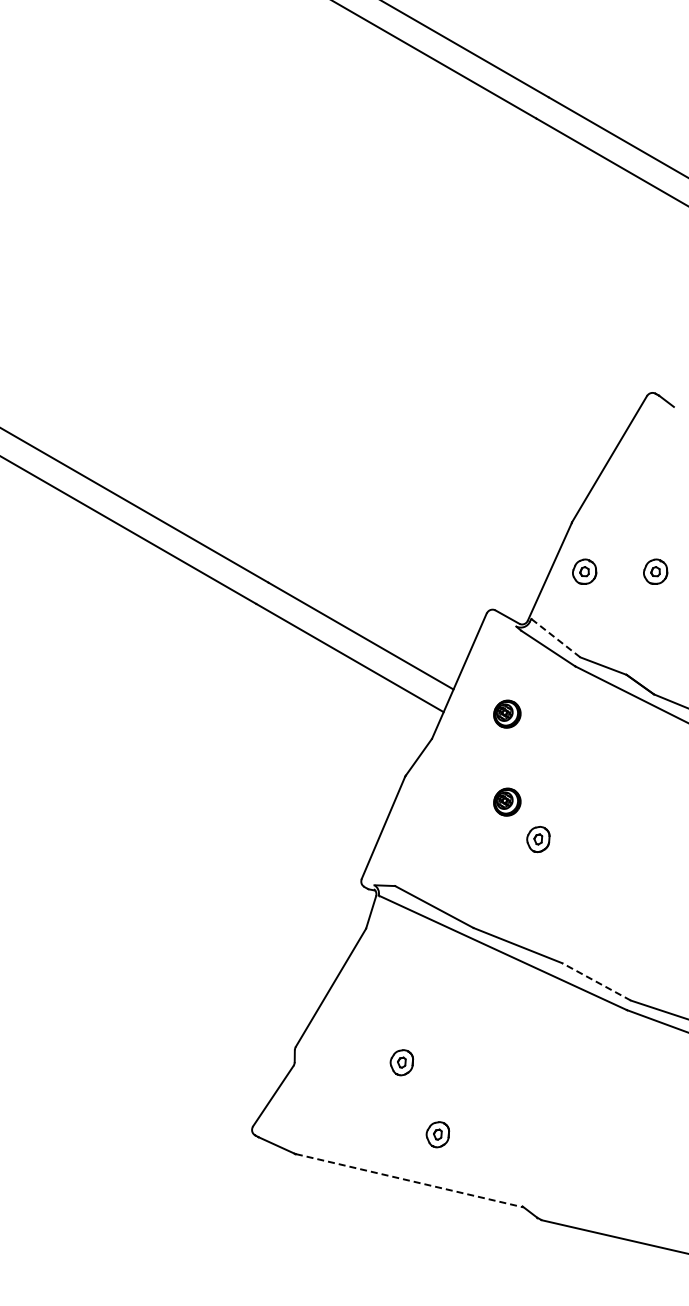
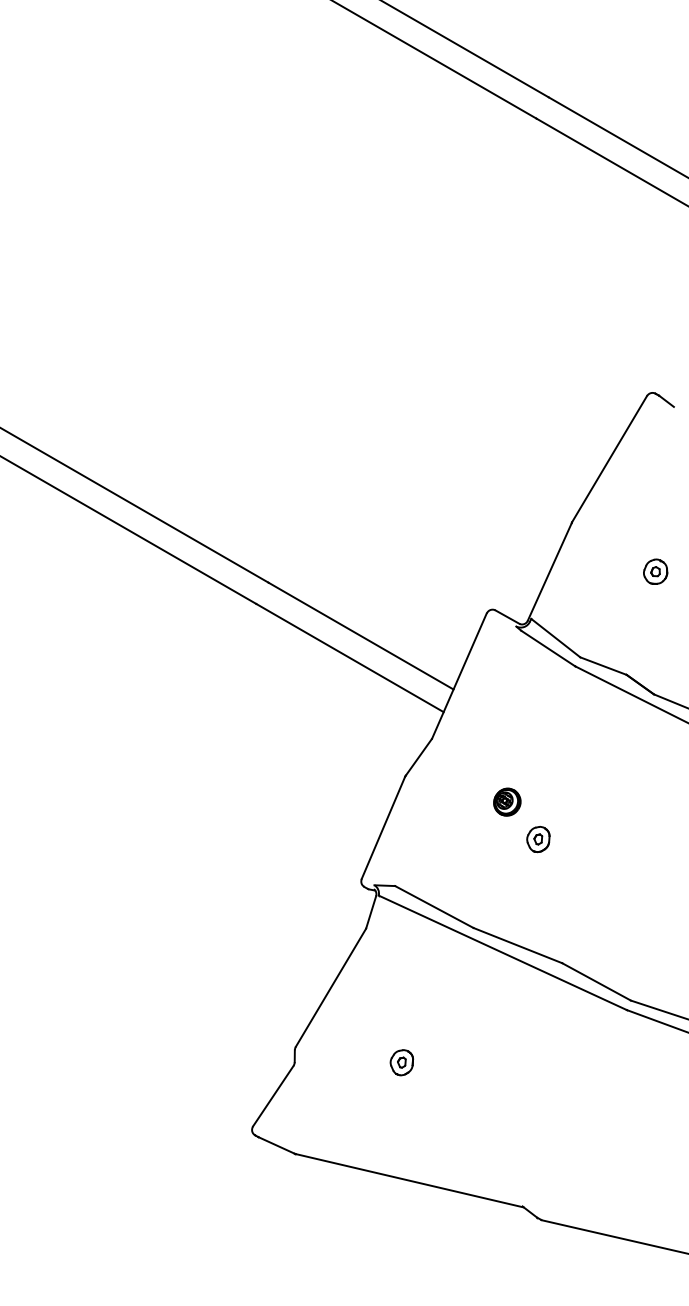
part at (584, 571): present -> none
line at (555, 637): dashed -> solid
part at (507, 713): present -> none
line at (596, 981): dashed -> solid
part at (437, 1134): present -> none
line at (409, 1180): dashed -> solid
